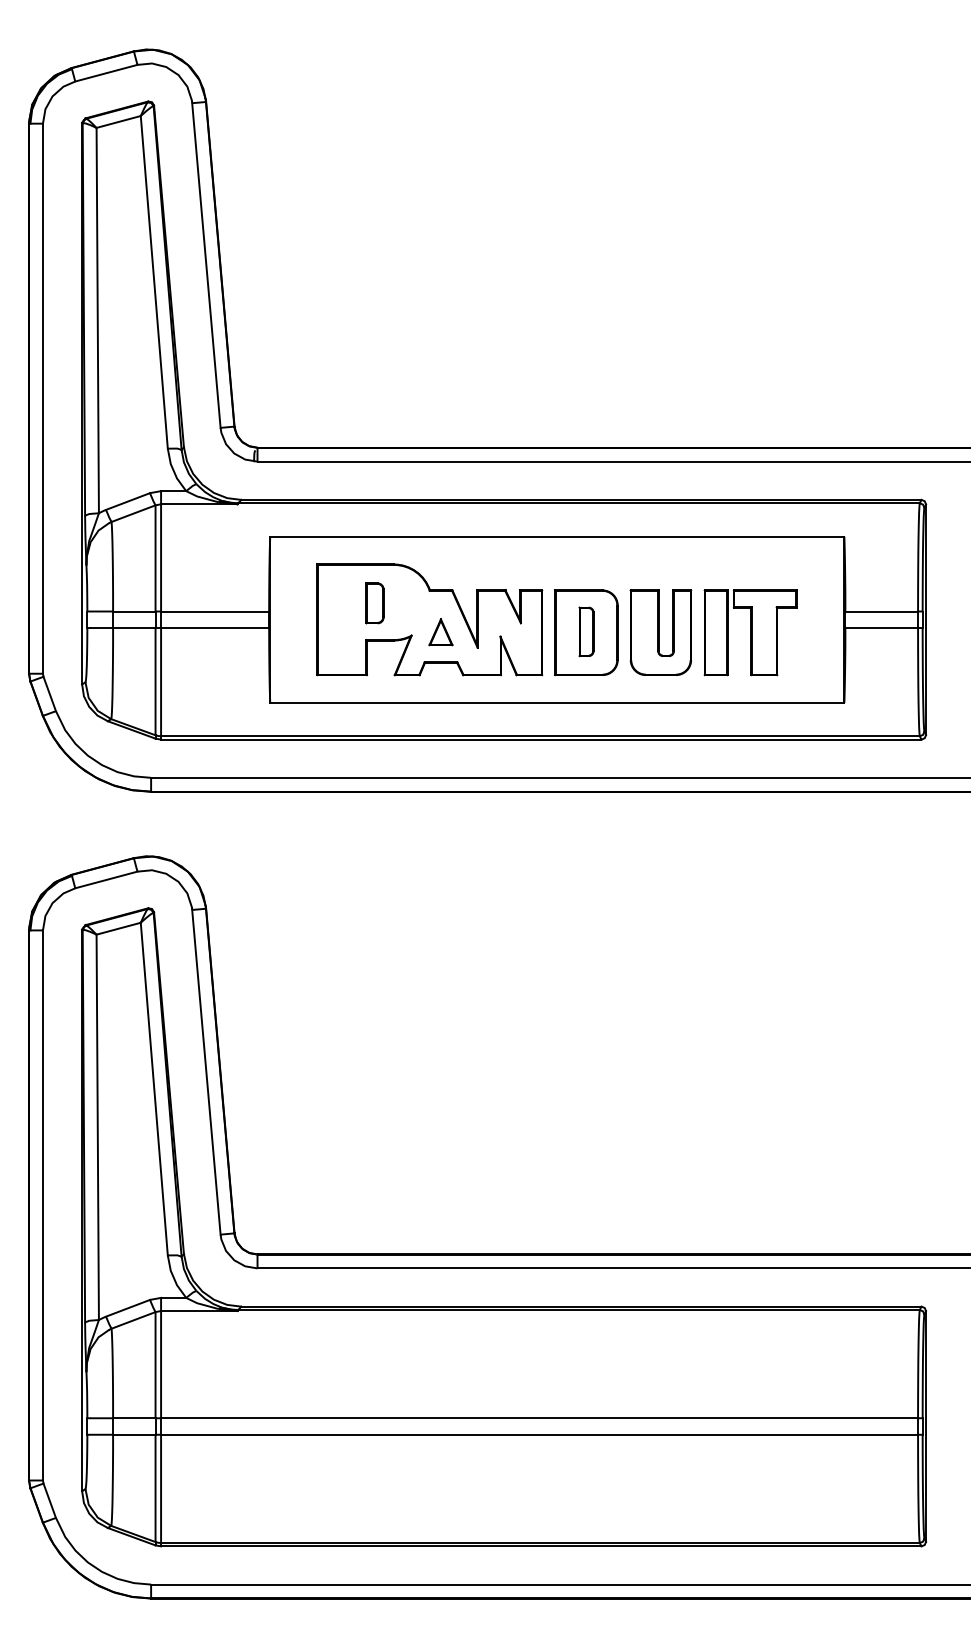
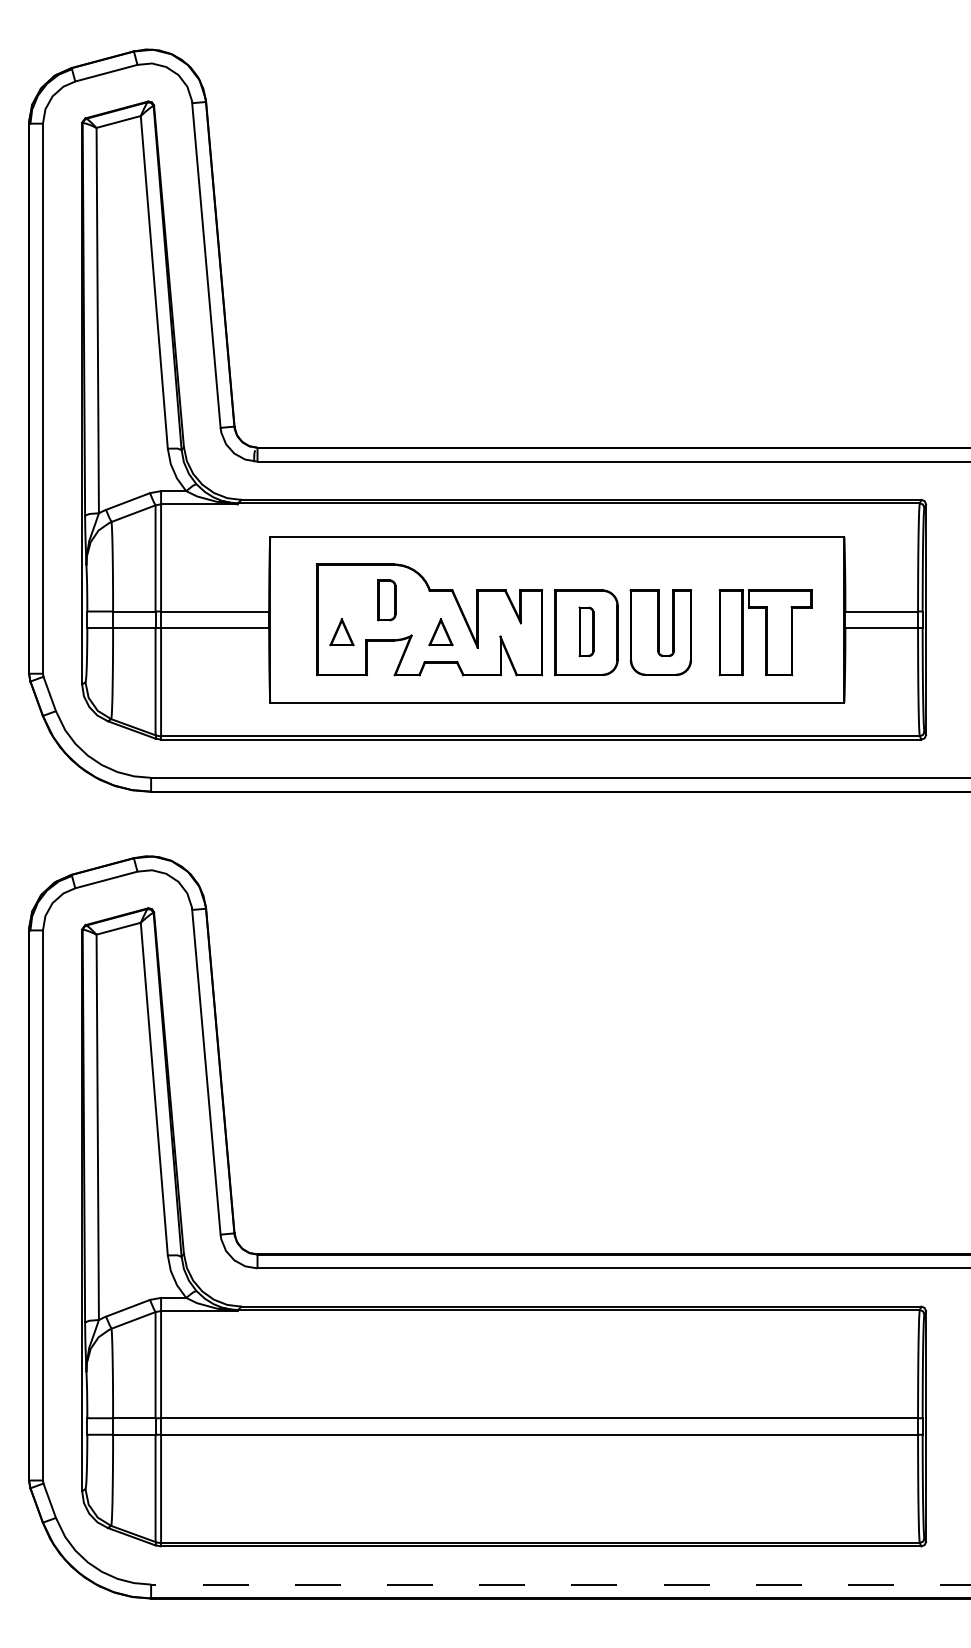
part at (374, 603) position: (374, 603) -> (386, 600)
part at (341, 632): none -> present
part at (750, 632) position: (750, 632) -> (765, 632)
line at (560, 1584): solid -> dashed
